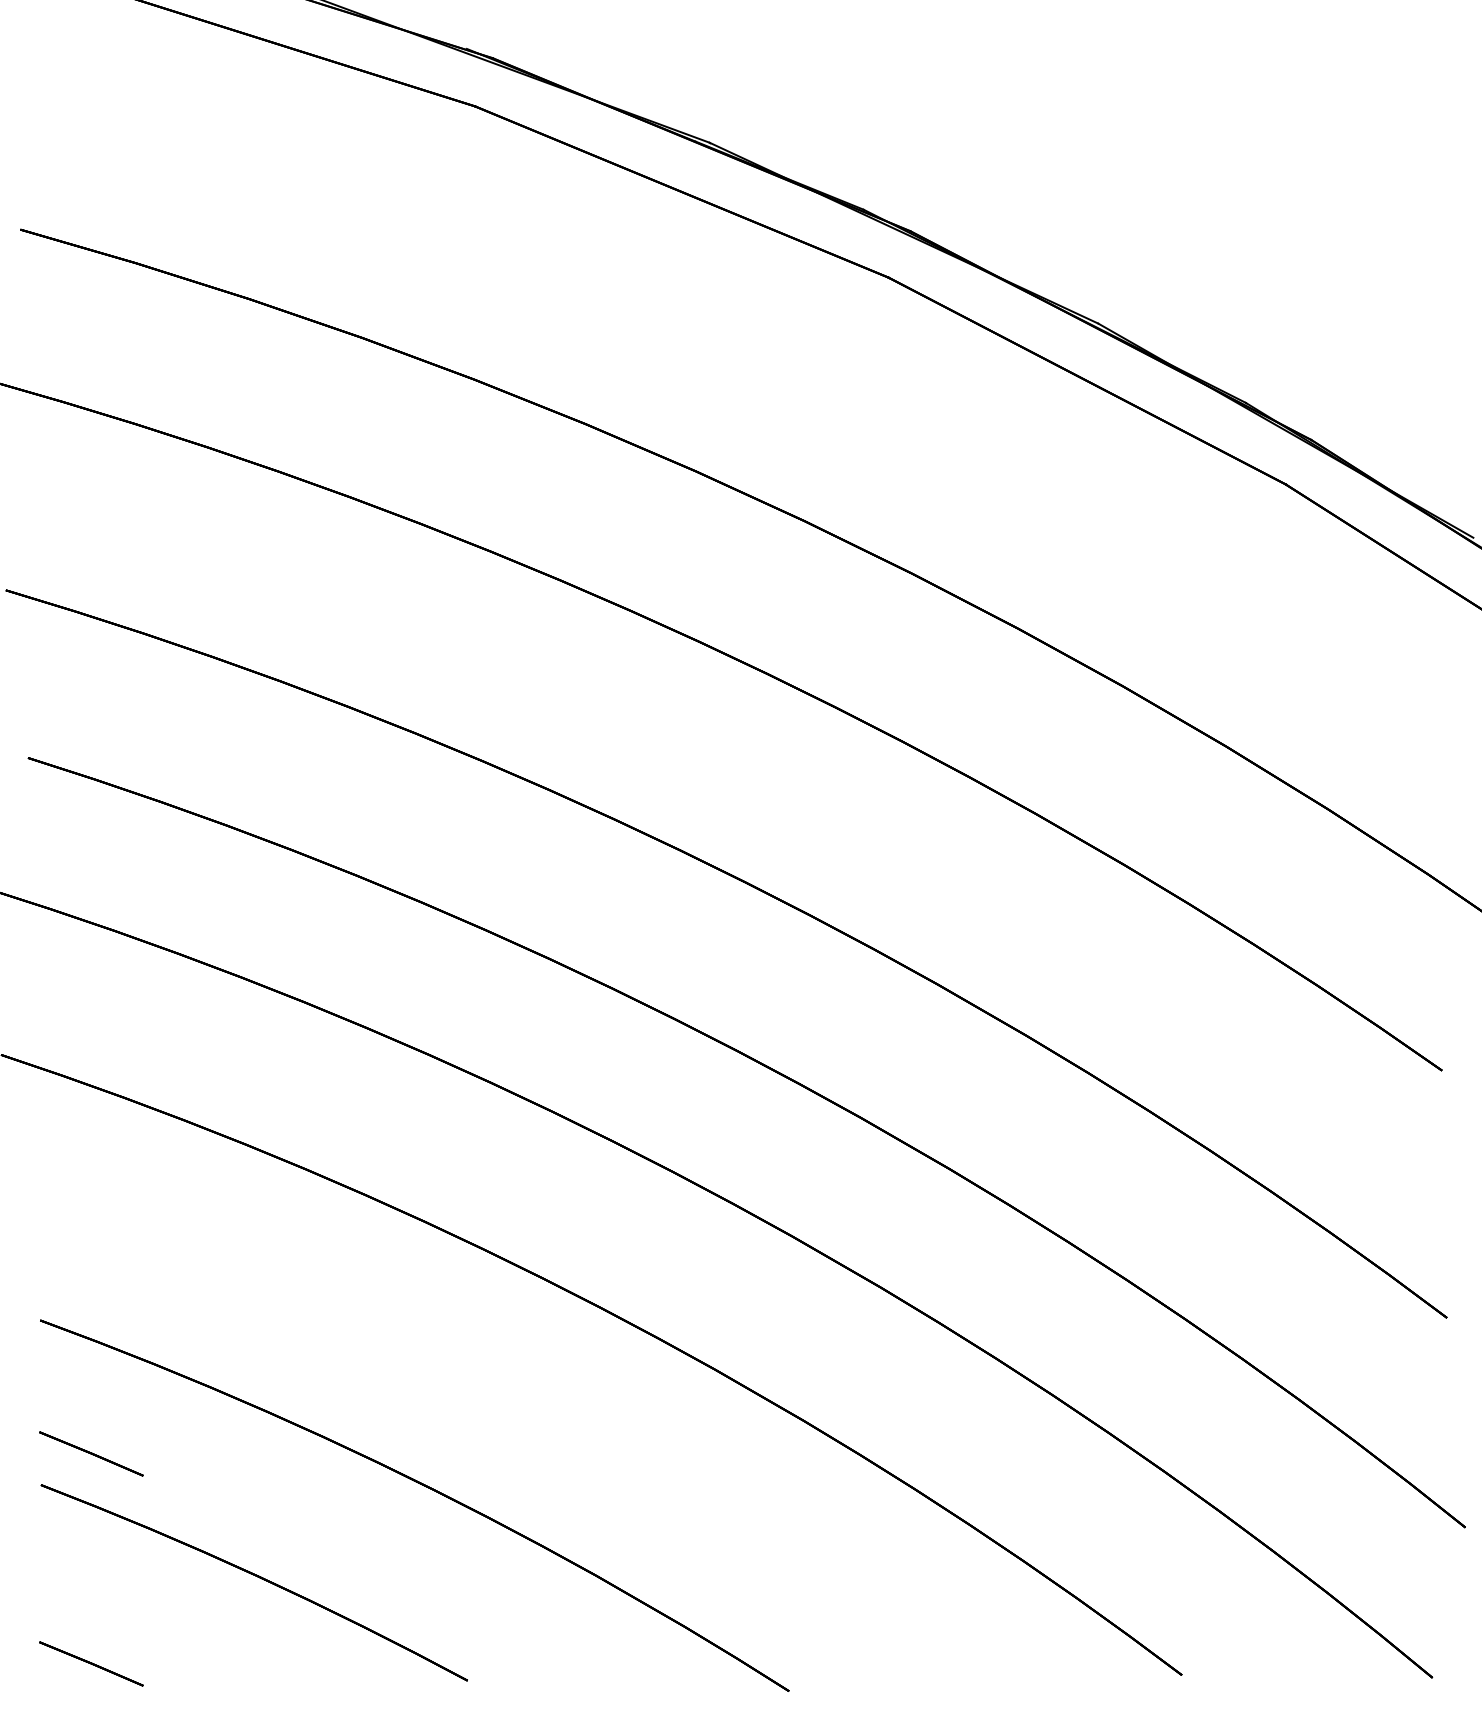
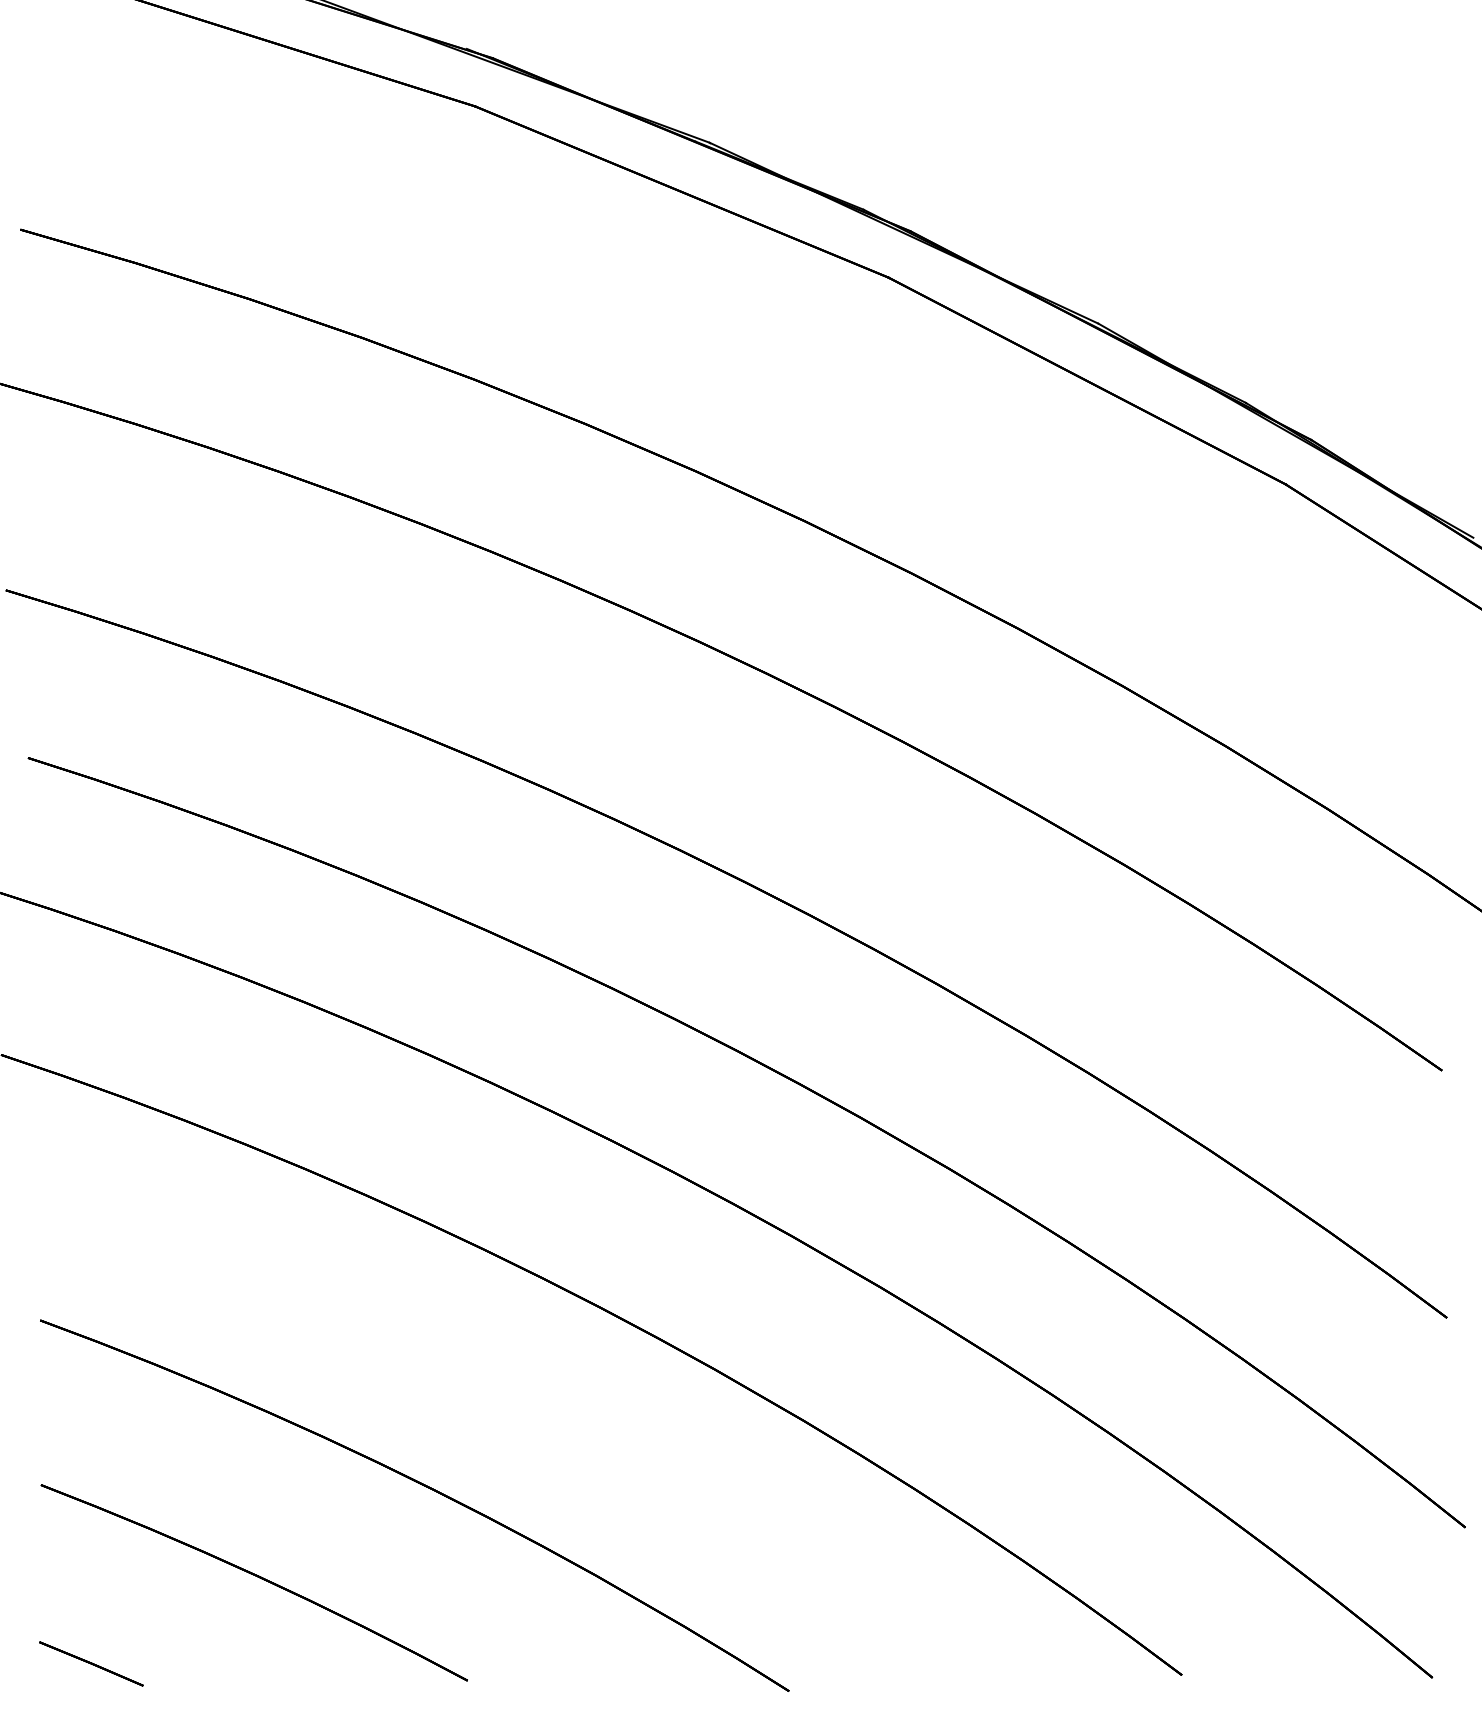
line at (91, 1453): present -> none
